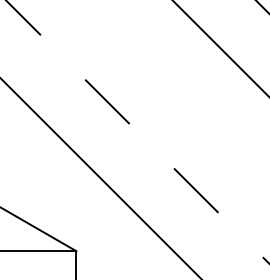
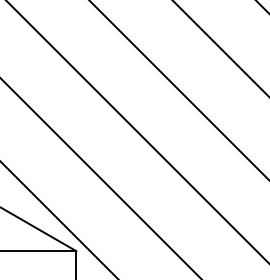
line at (178, 90): none -> present
line at (137, 132): dashed -> solid
line at (58, 219): none -> present
